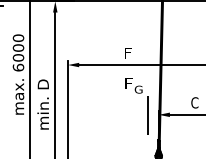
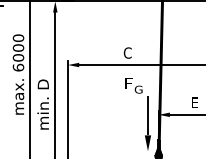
text at (127, 52): F -> C
text at (194, 102): C -> E
fill at (147, 143): none -> present
